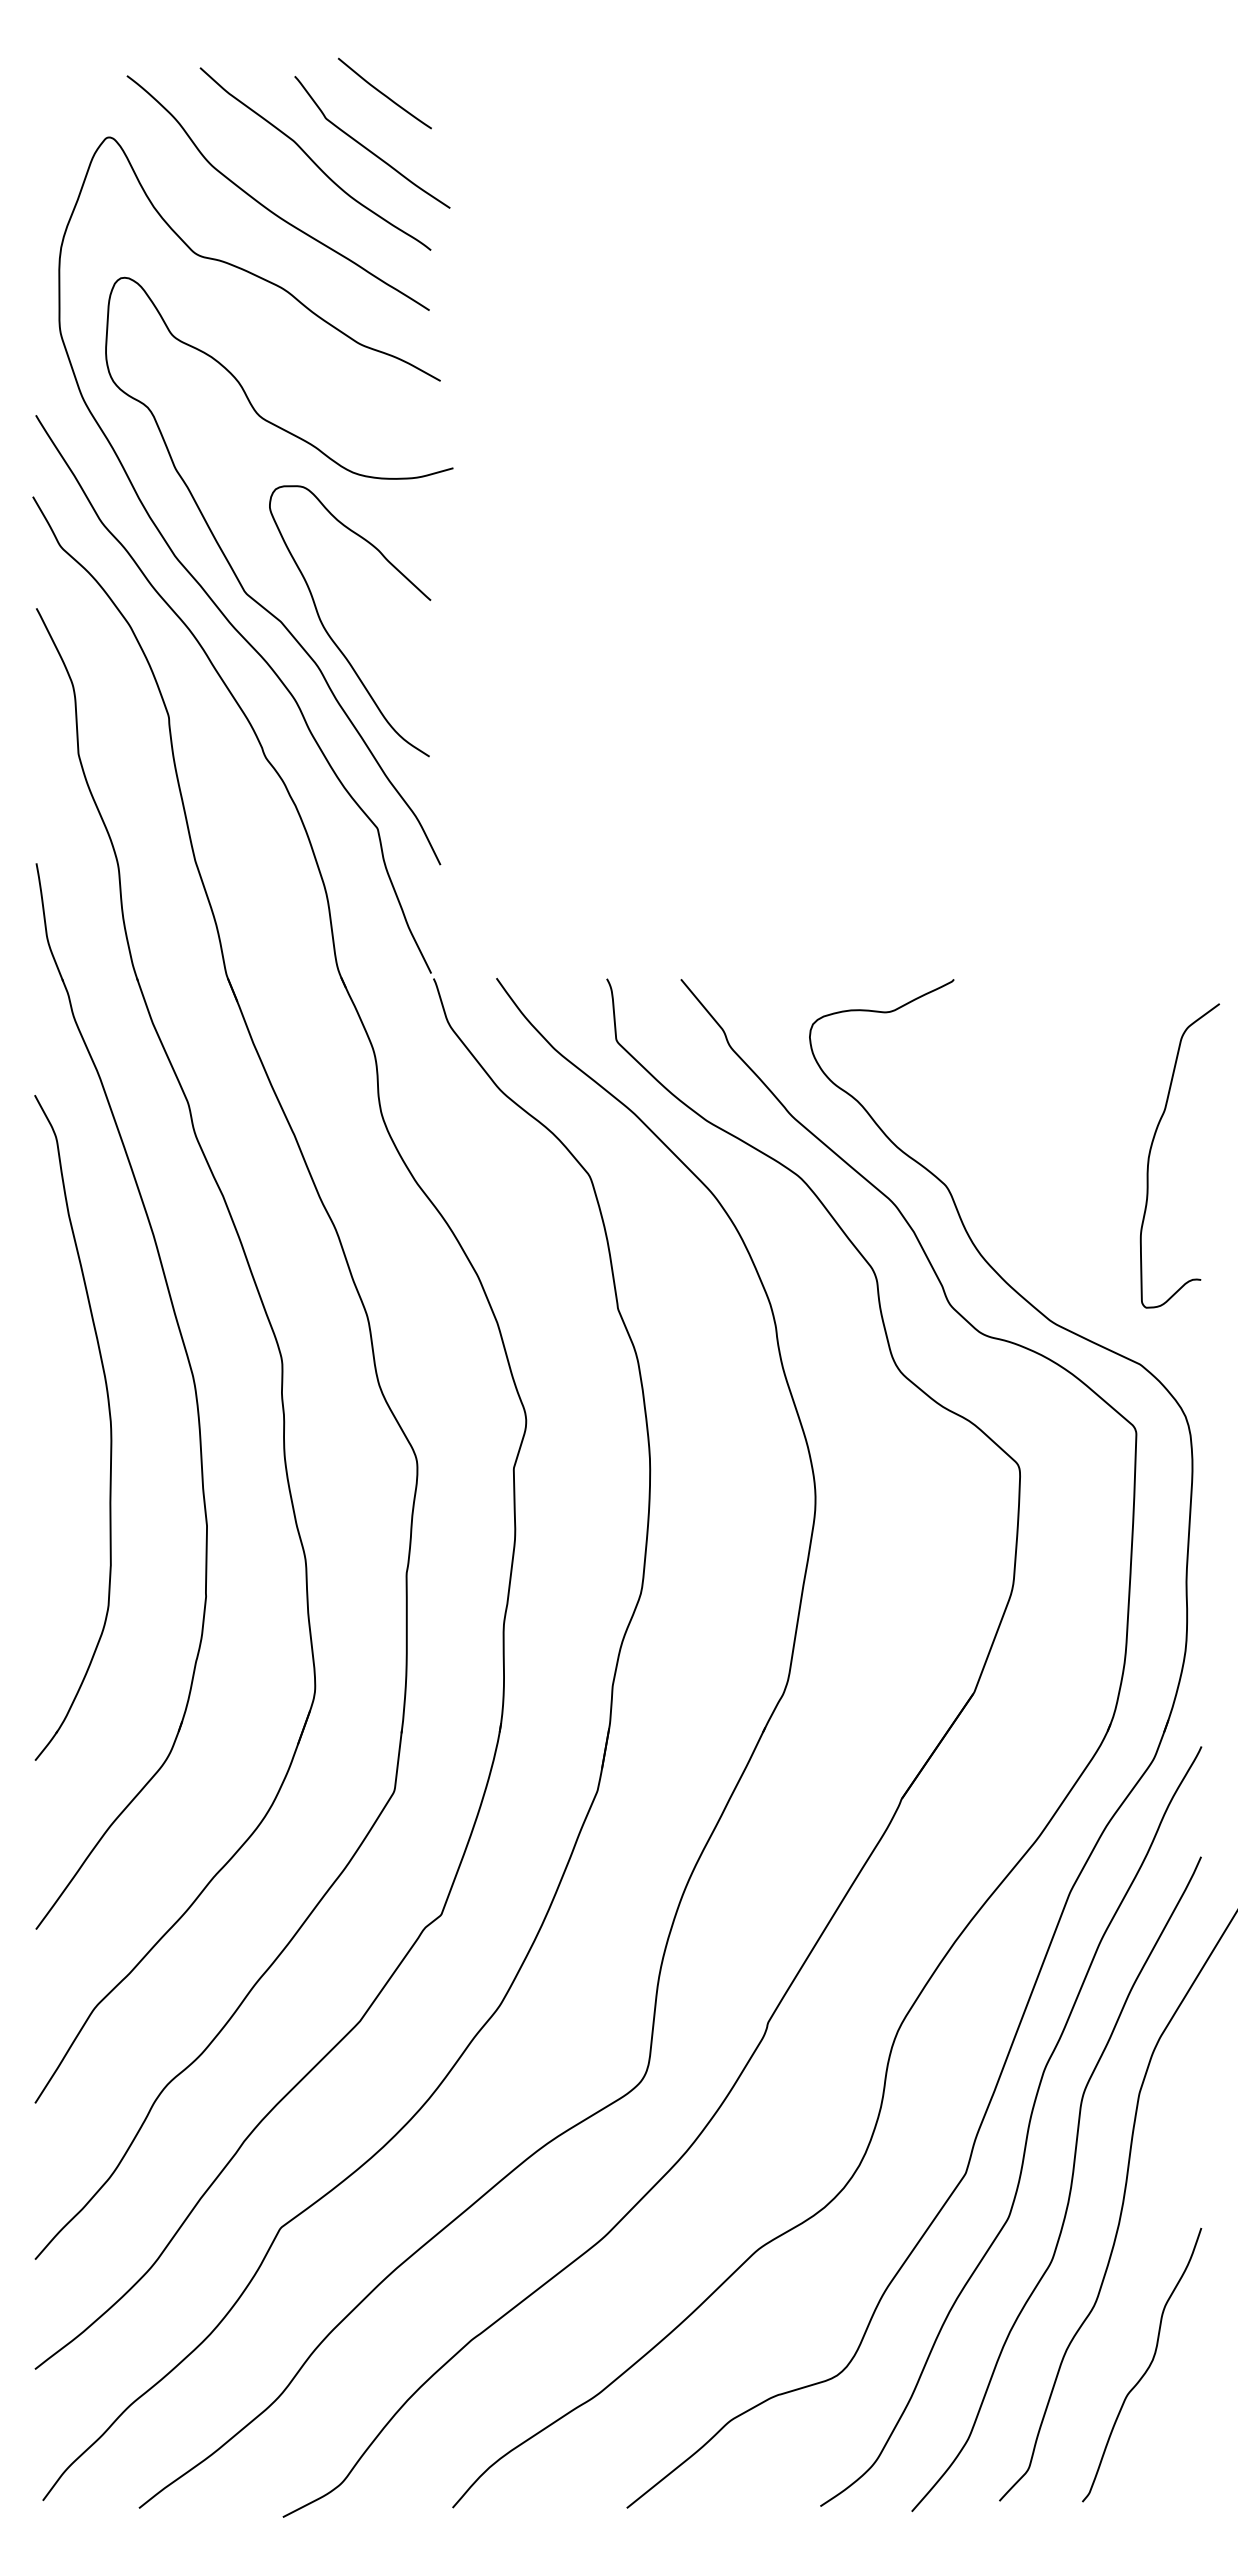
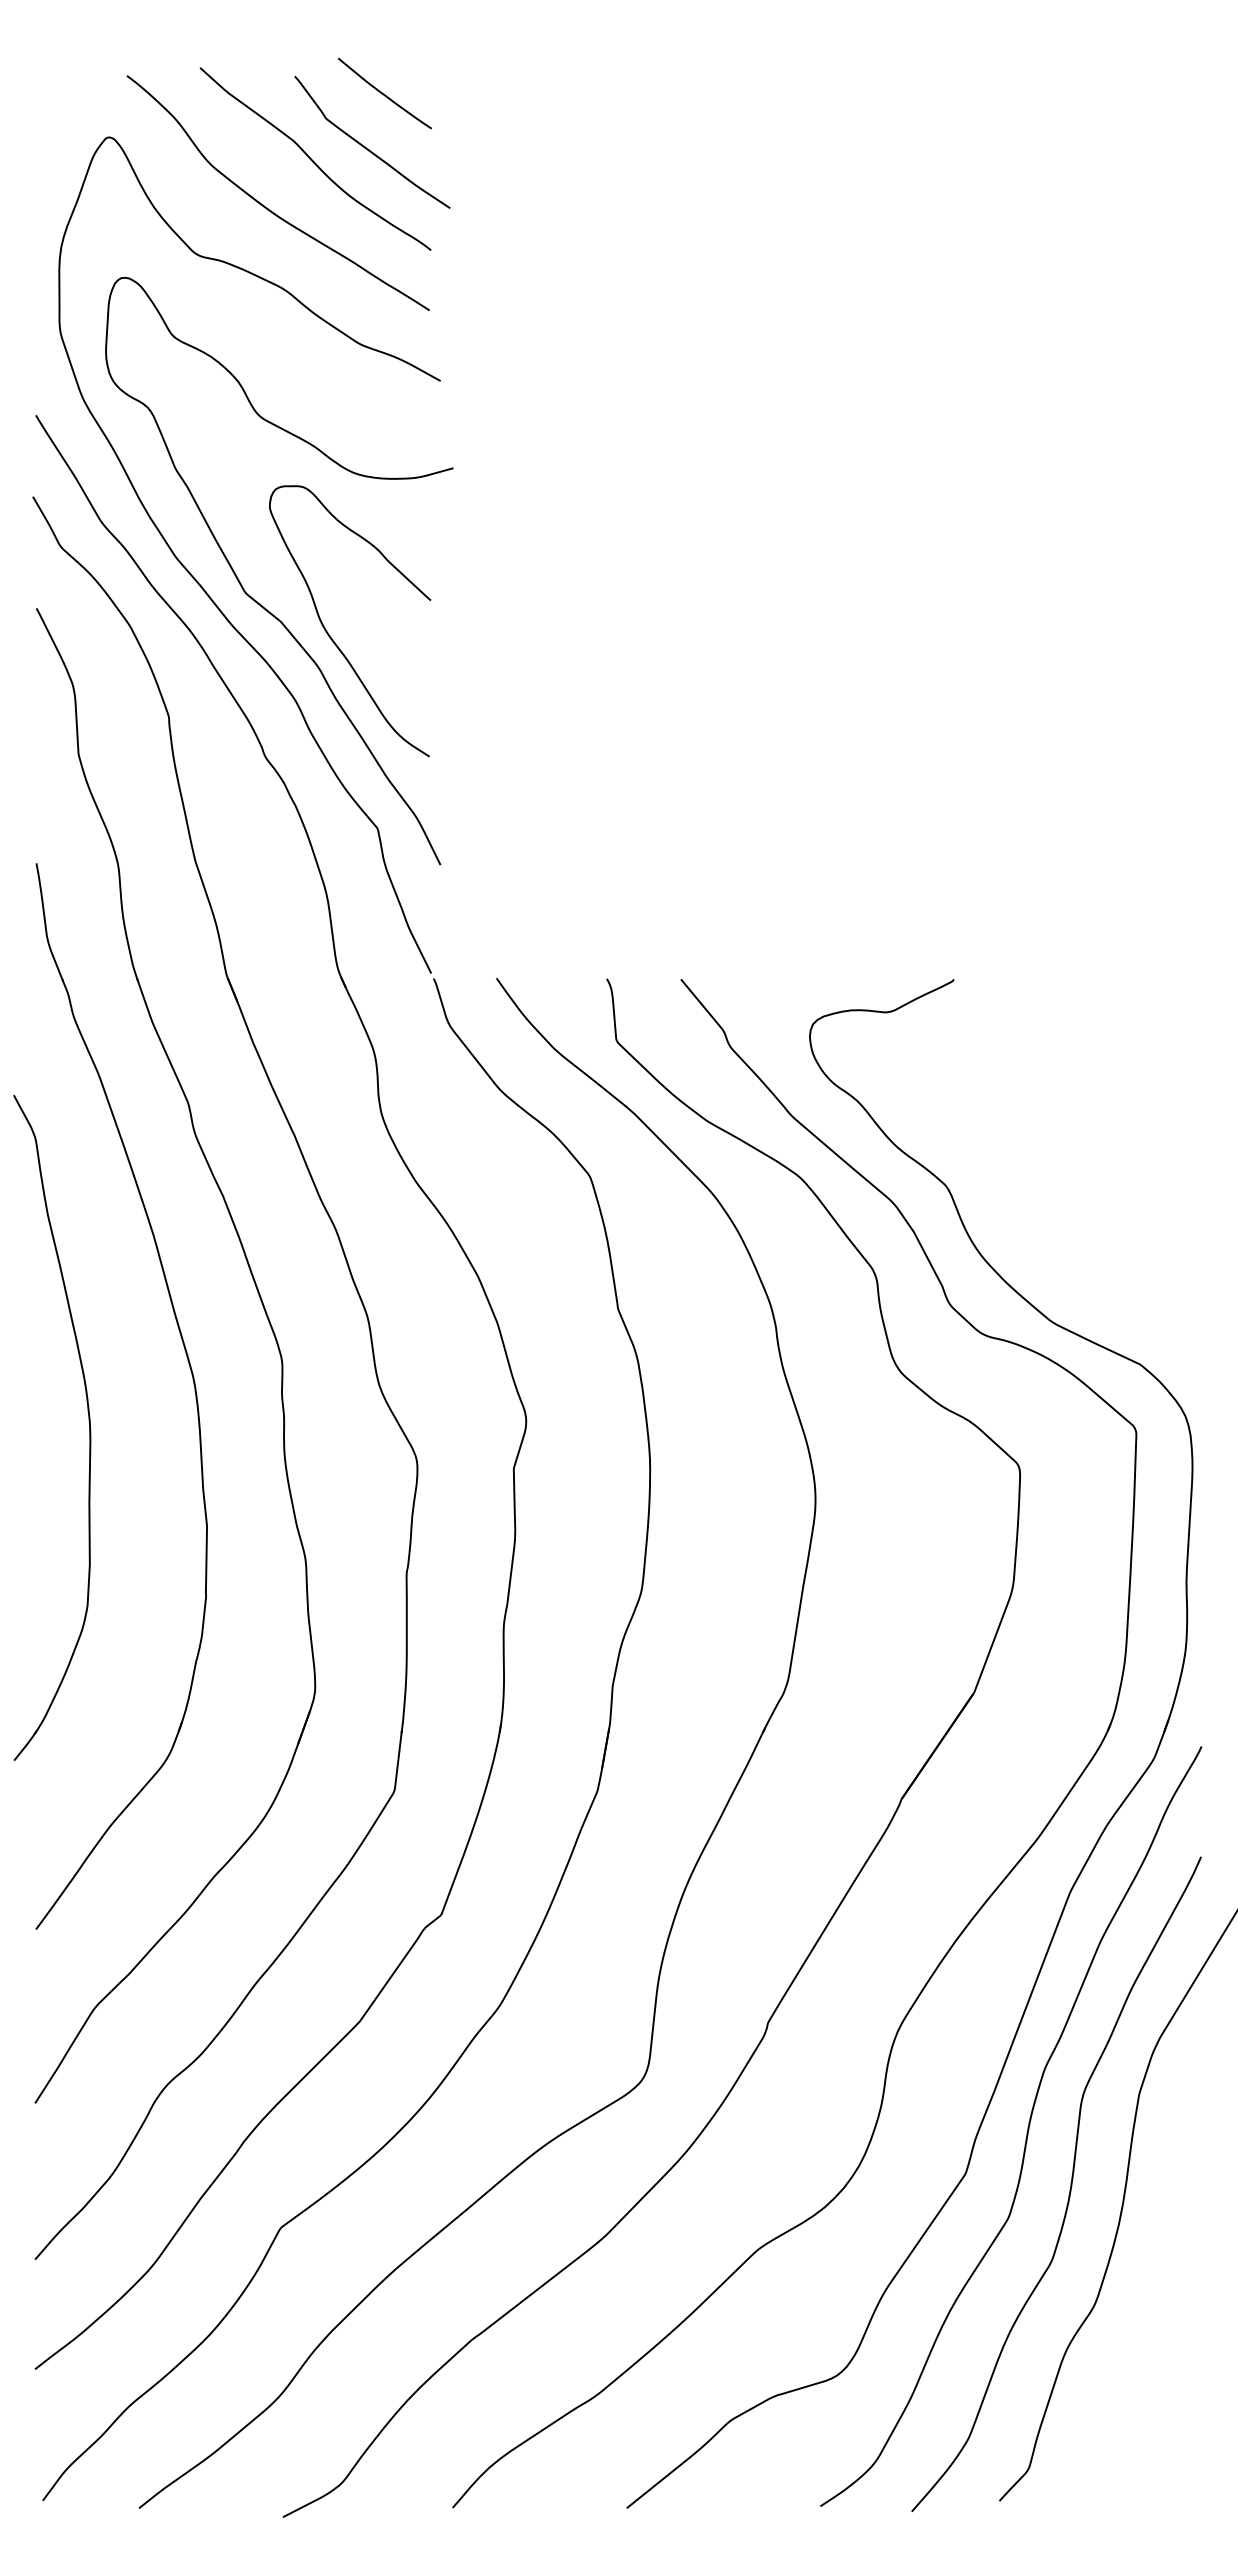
curve at (1151, 1150): present -> none
part at (109, 1421) position: (109, 1421) -> (88, 1421)
curve at (1147, 2367): present -> none
